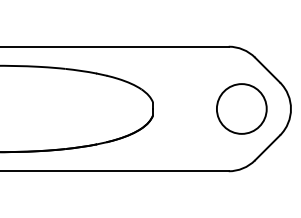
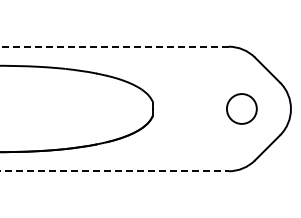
line at (114, 46): solid -> dashed
circle at (241, 108) size: 52x52 px -> 32x32 px
line at (115, 171): solid -> dashed
